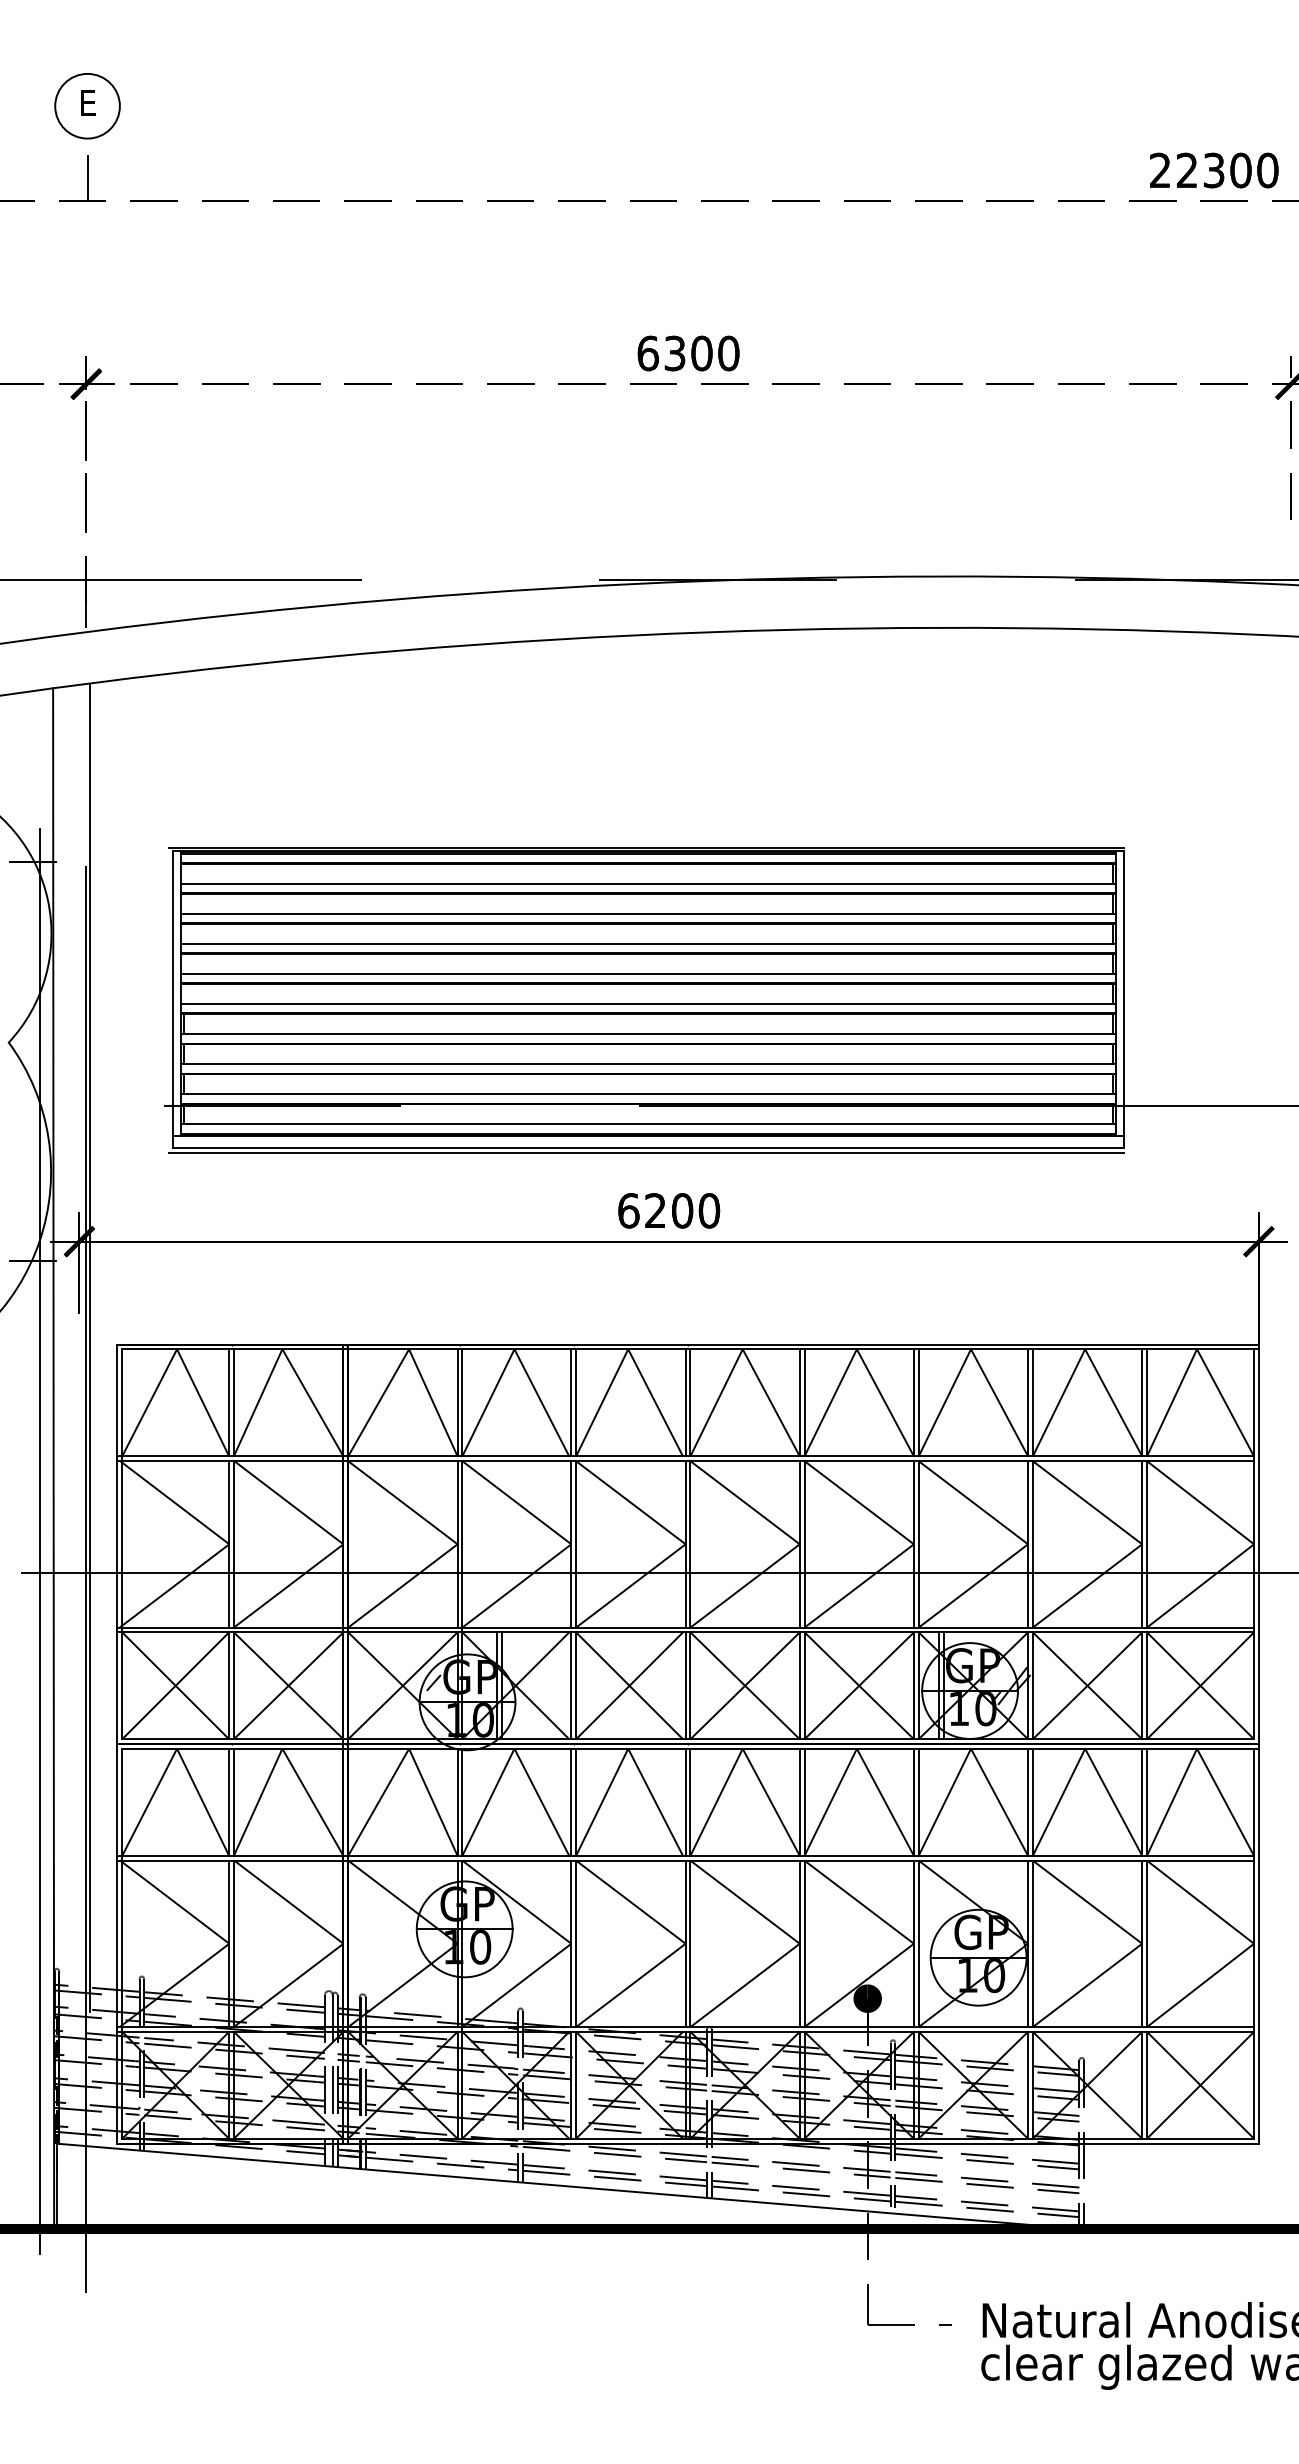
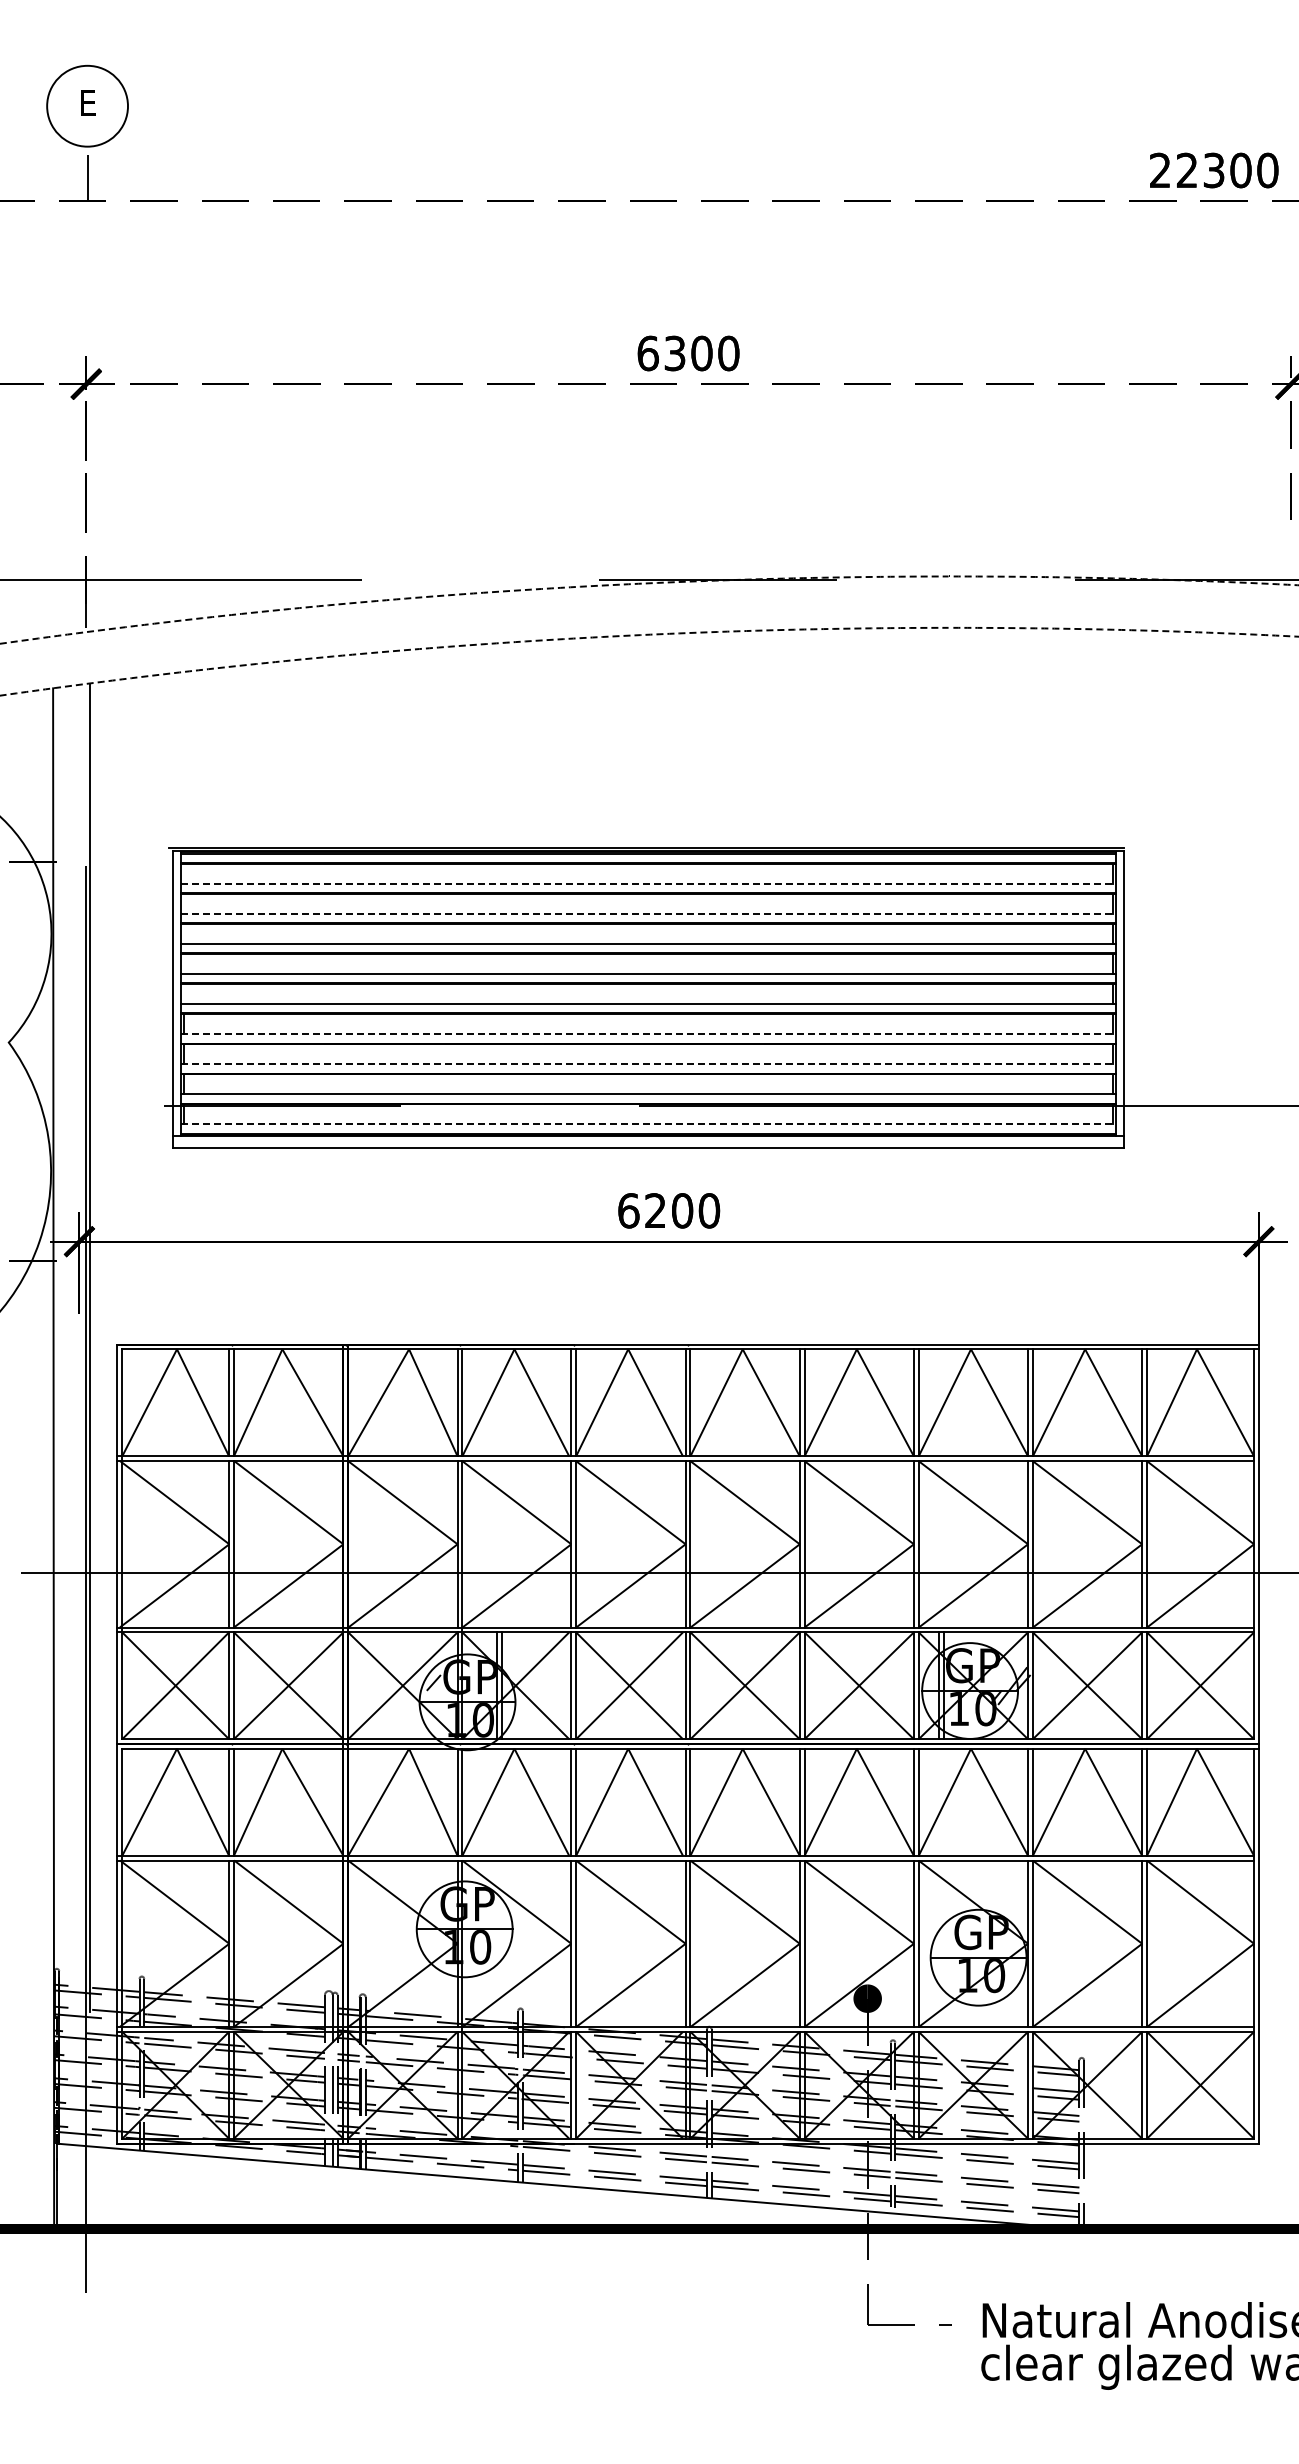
circle at (87, 105) diameter: 65 px -> 81 px
arc at (648, 583): solid -> dashed
arc at (644, 634): solid -> dashed
line at (648, 883): solid -> dashed
line at (648, 913): solid -> dashed
line at (648, 1034): solid -> dashed
line at (648, 1064): solid -> dashed
line at (648, 1124): solid -> dashed
line at (646, 1153): present -> none
line at (39, 1558): present -> none
